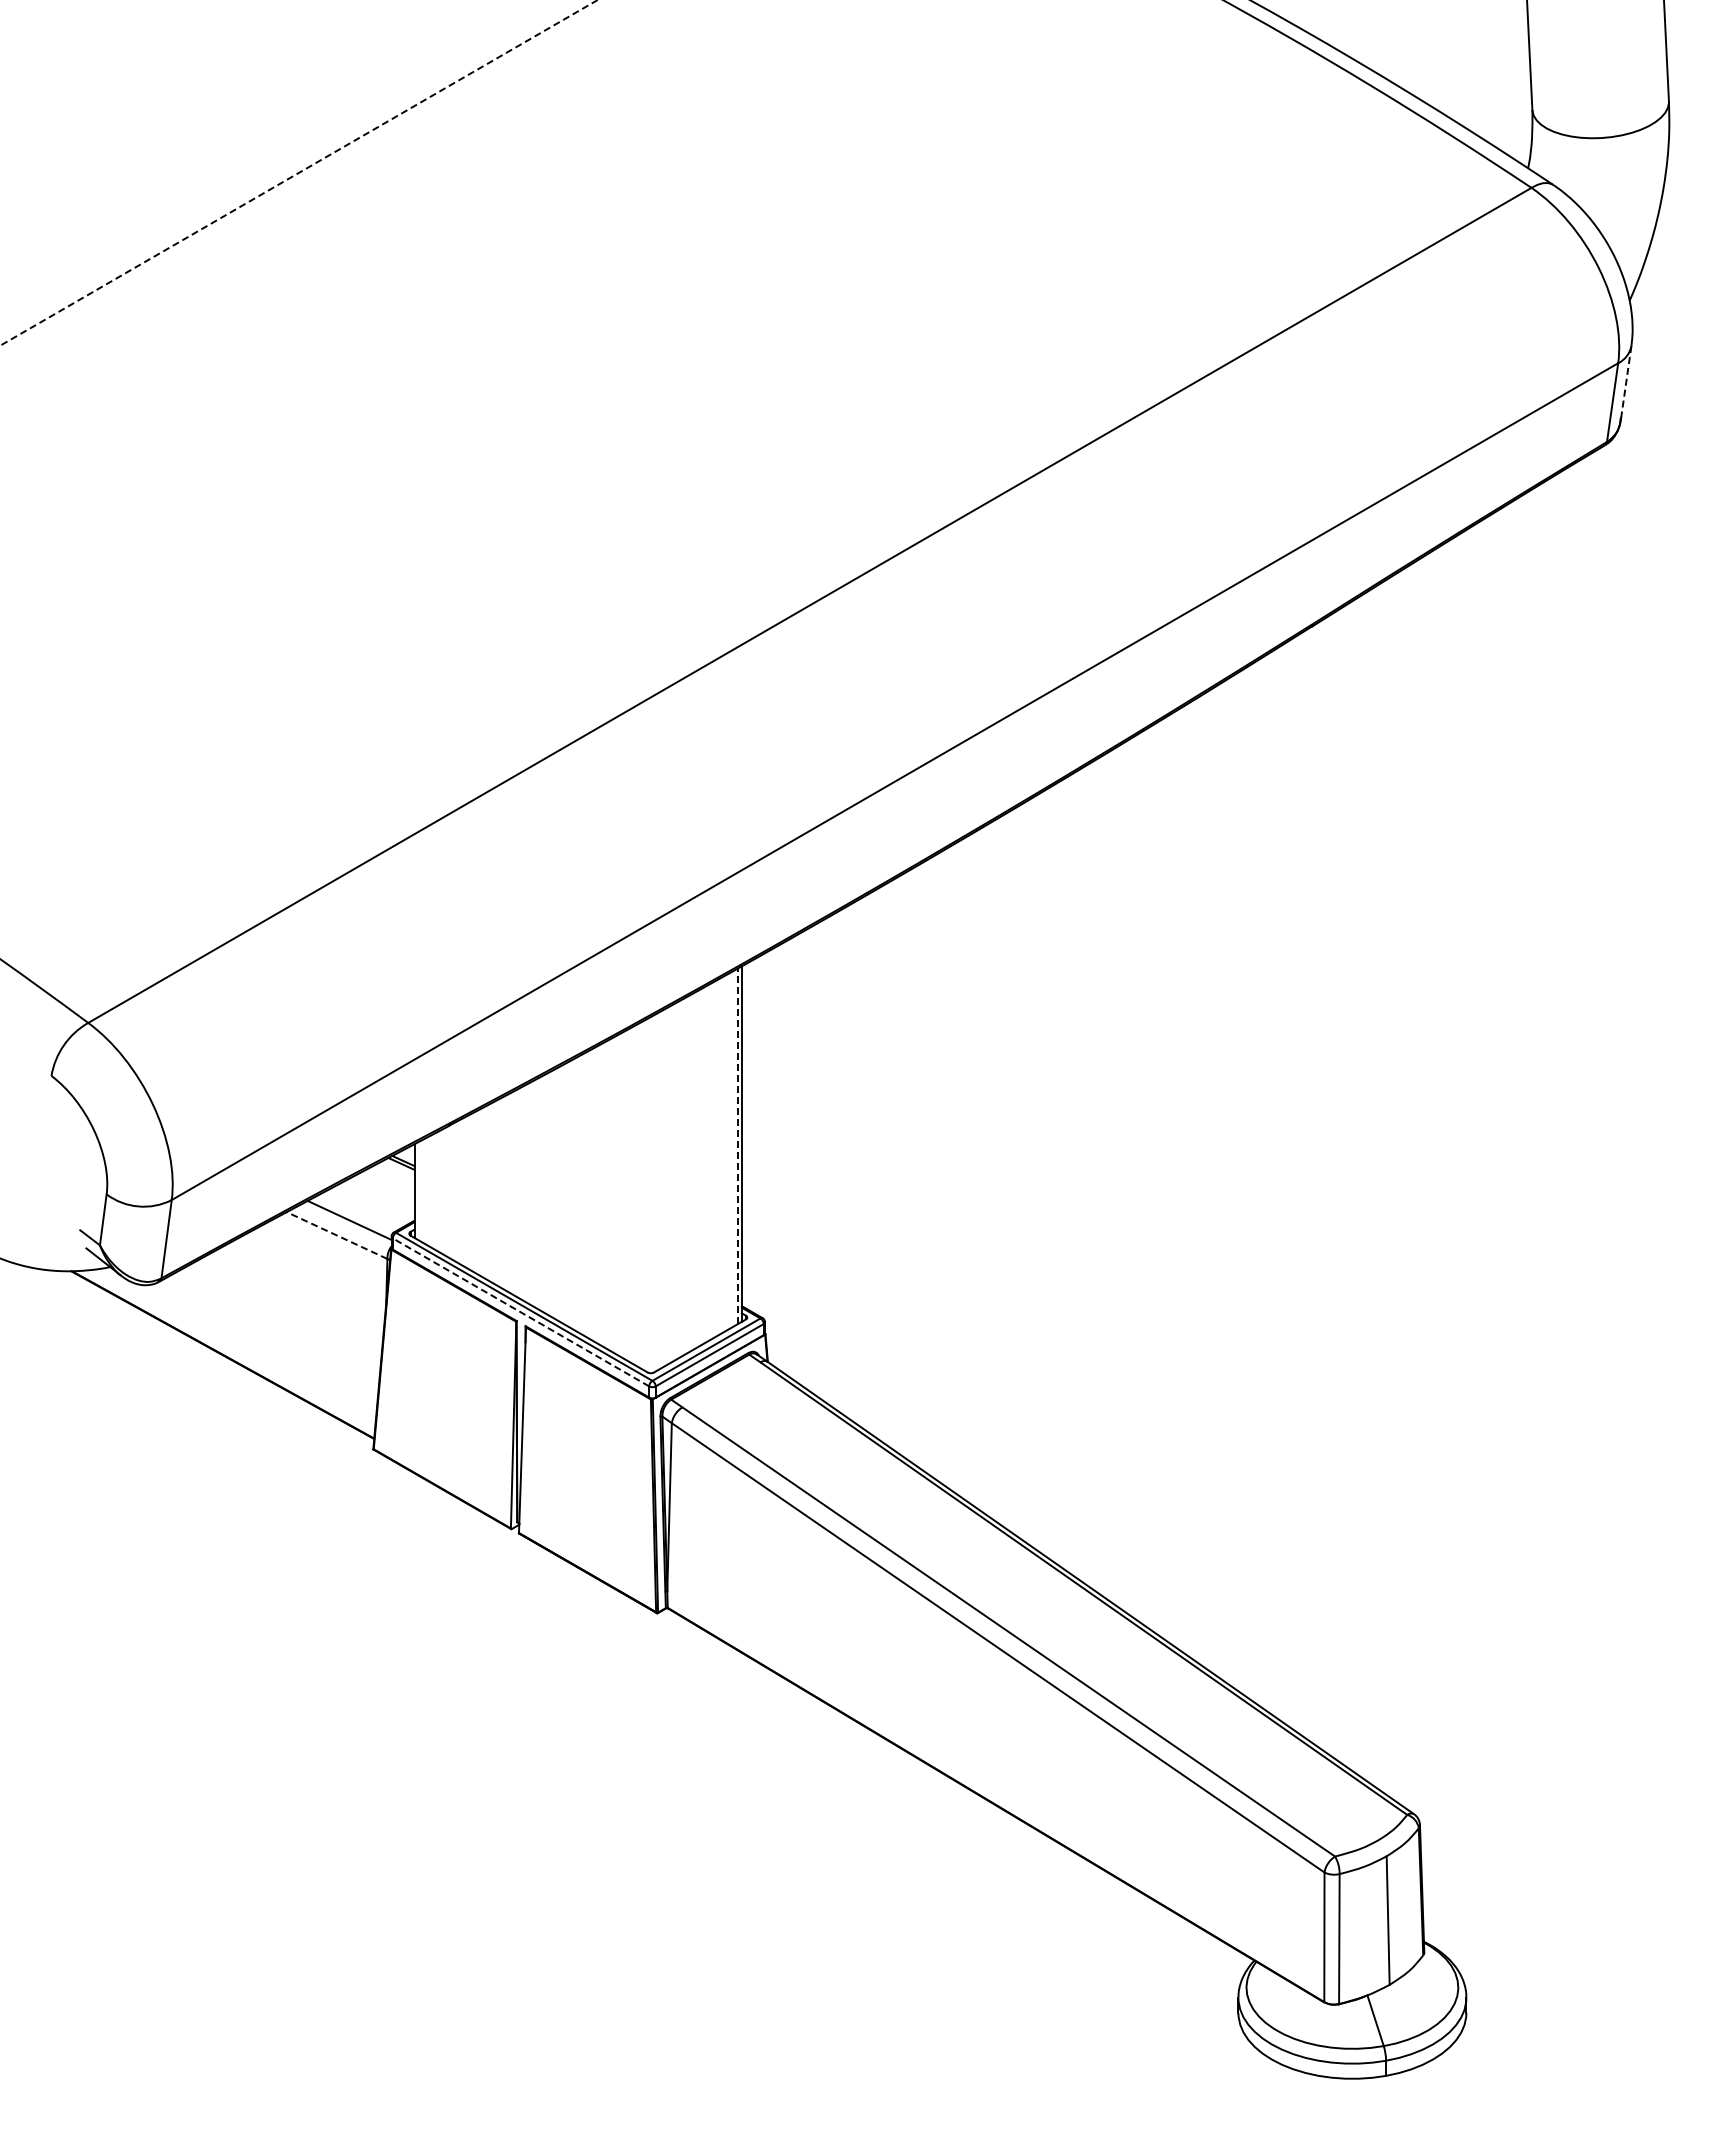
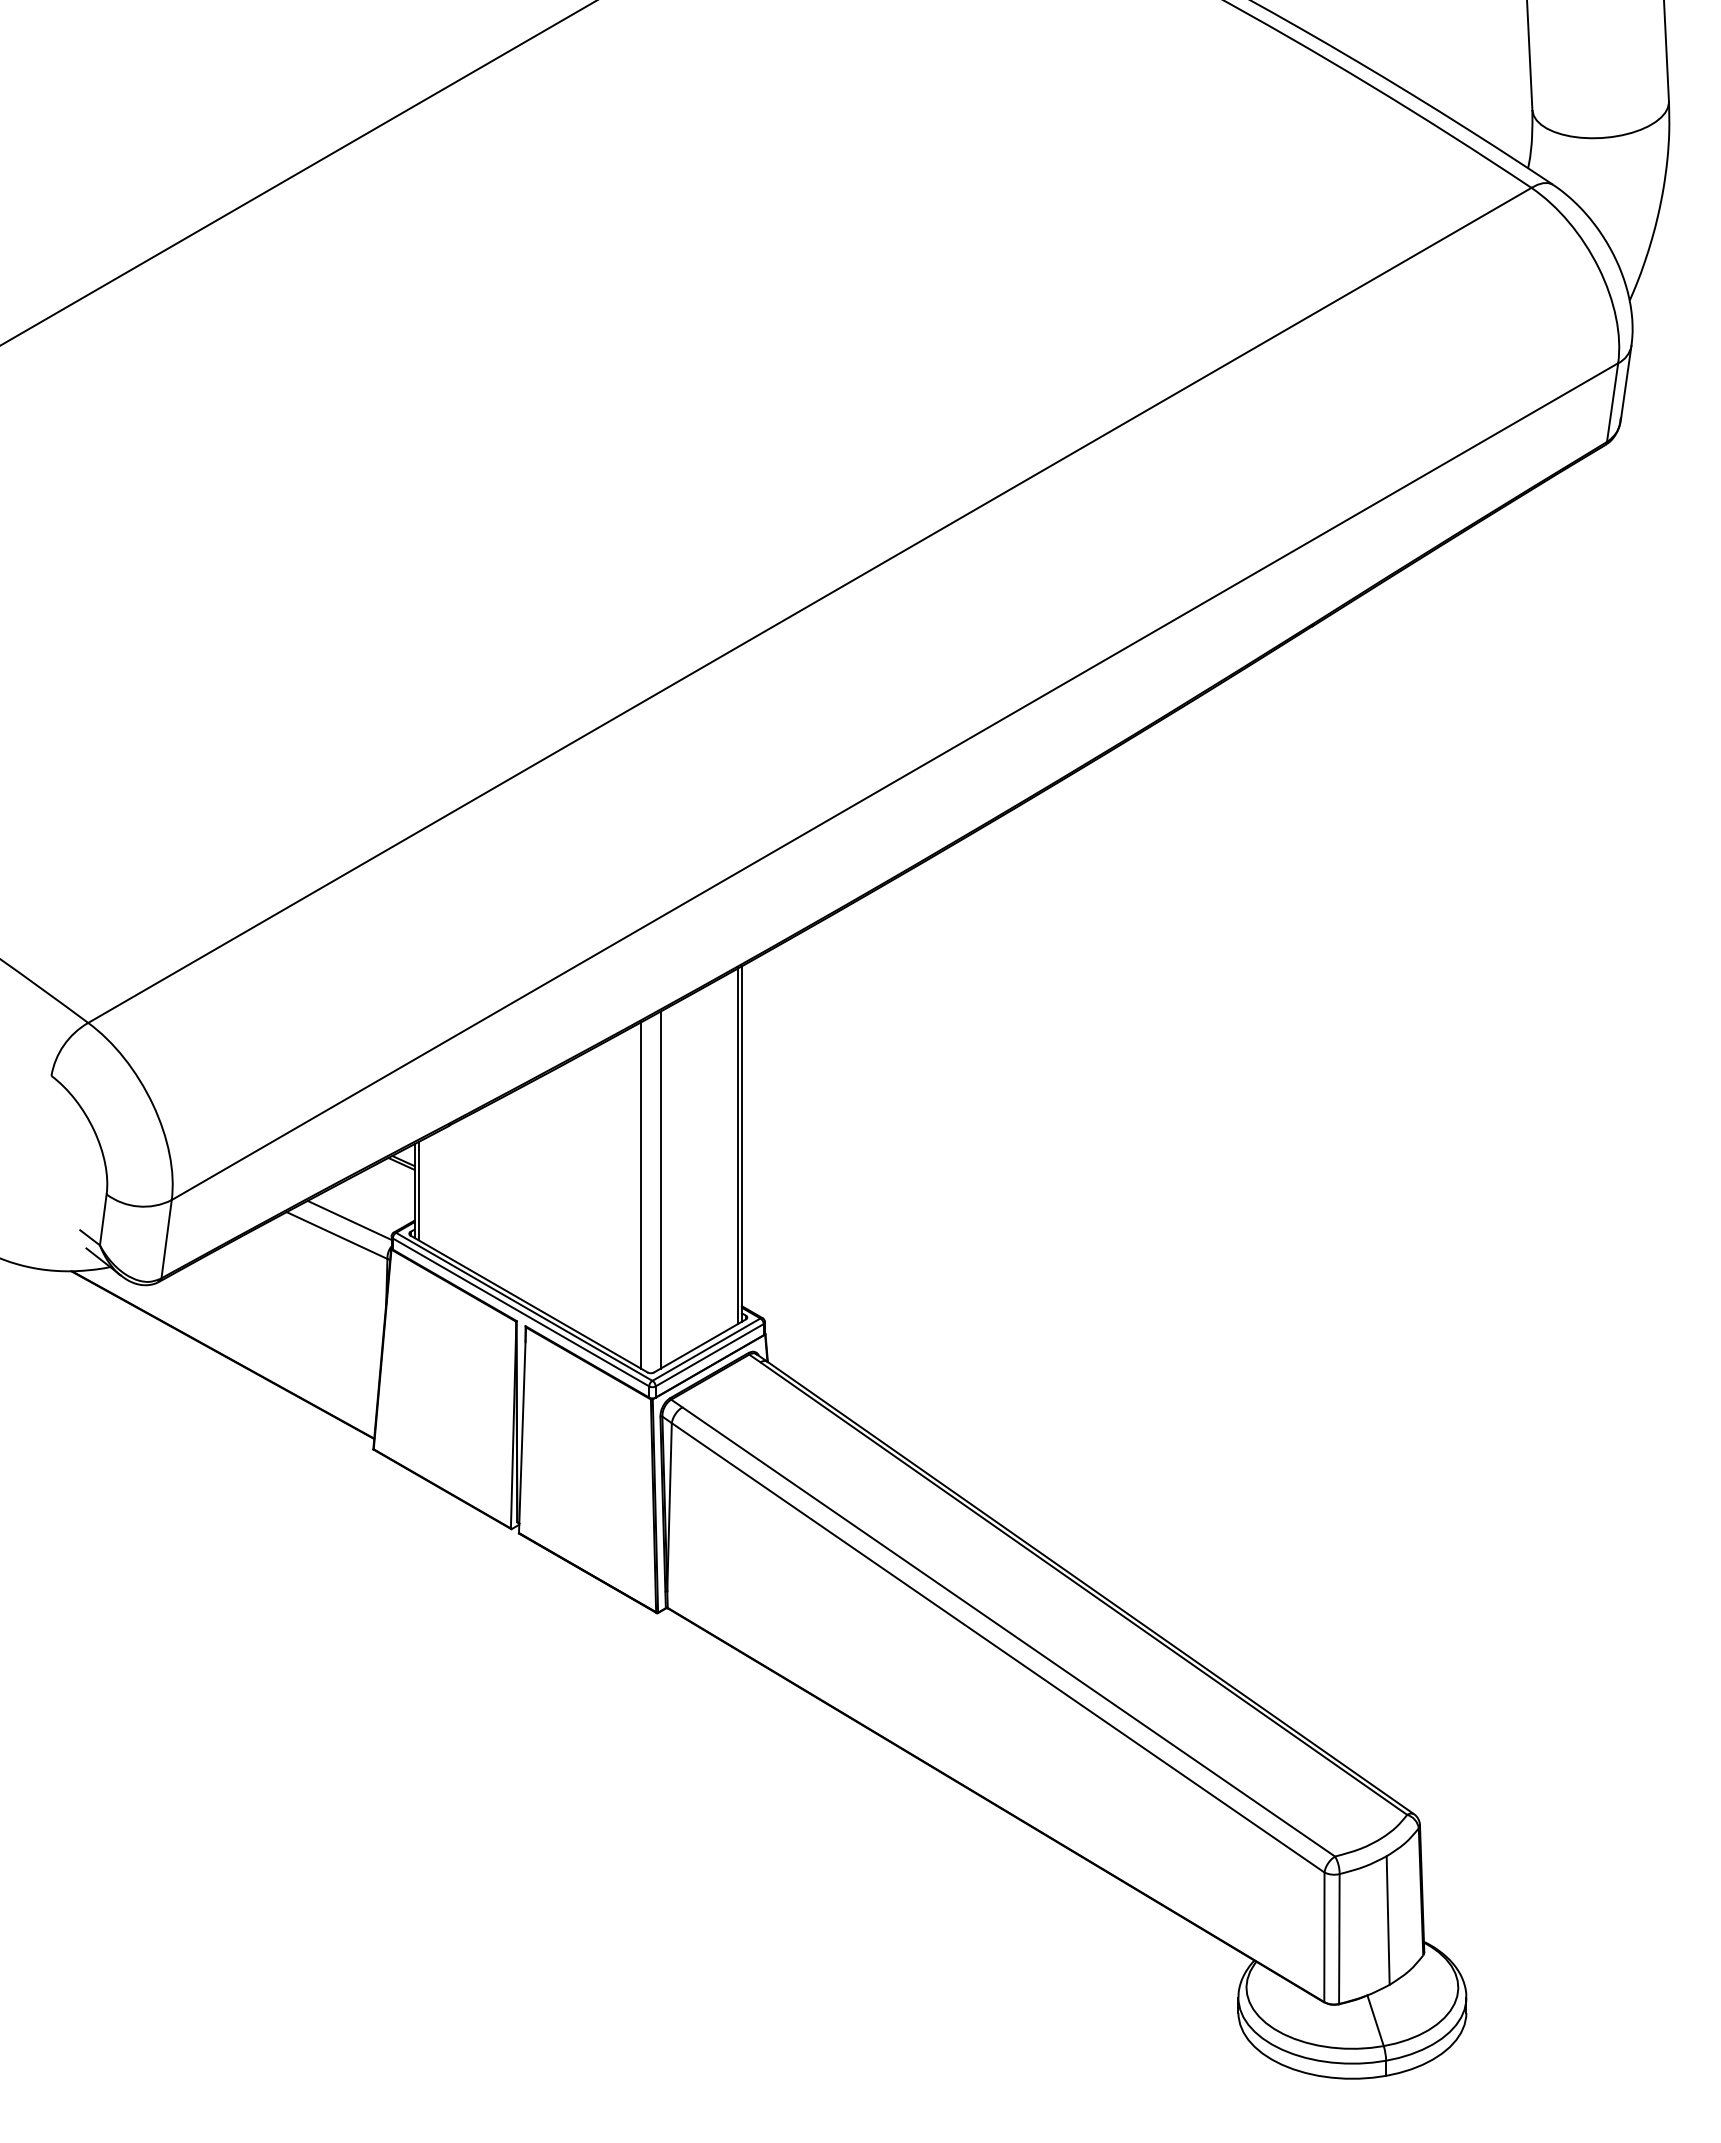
line at (298, 173): dashed -> solid
line at (1626, 382): dashed -> solid
line at (737, 1146): dashed -> solid
line at (660, 1189): none -> present
line at (418, 1191): none -> present
line at (641, 1195): none -> present
line at (336, 1235): dashed -> solid
line at (520, 1312): dashed -> solid
